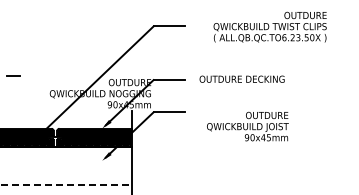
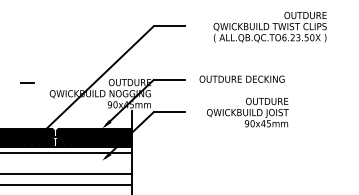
line at (13, 75) position: (13, 75) -> (27, 82)
text at (247, 126) position: (247, 126) -> (247, 112)
line at (67, 153): none -> present
line at (67, 173): none -> present
line at (66, 185): dashed -> solid
